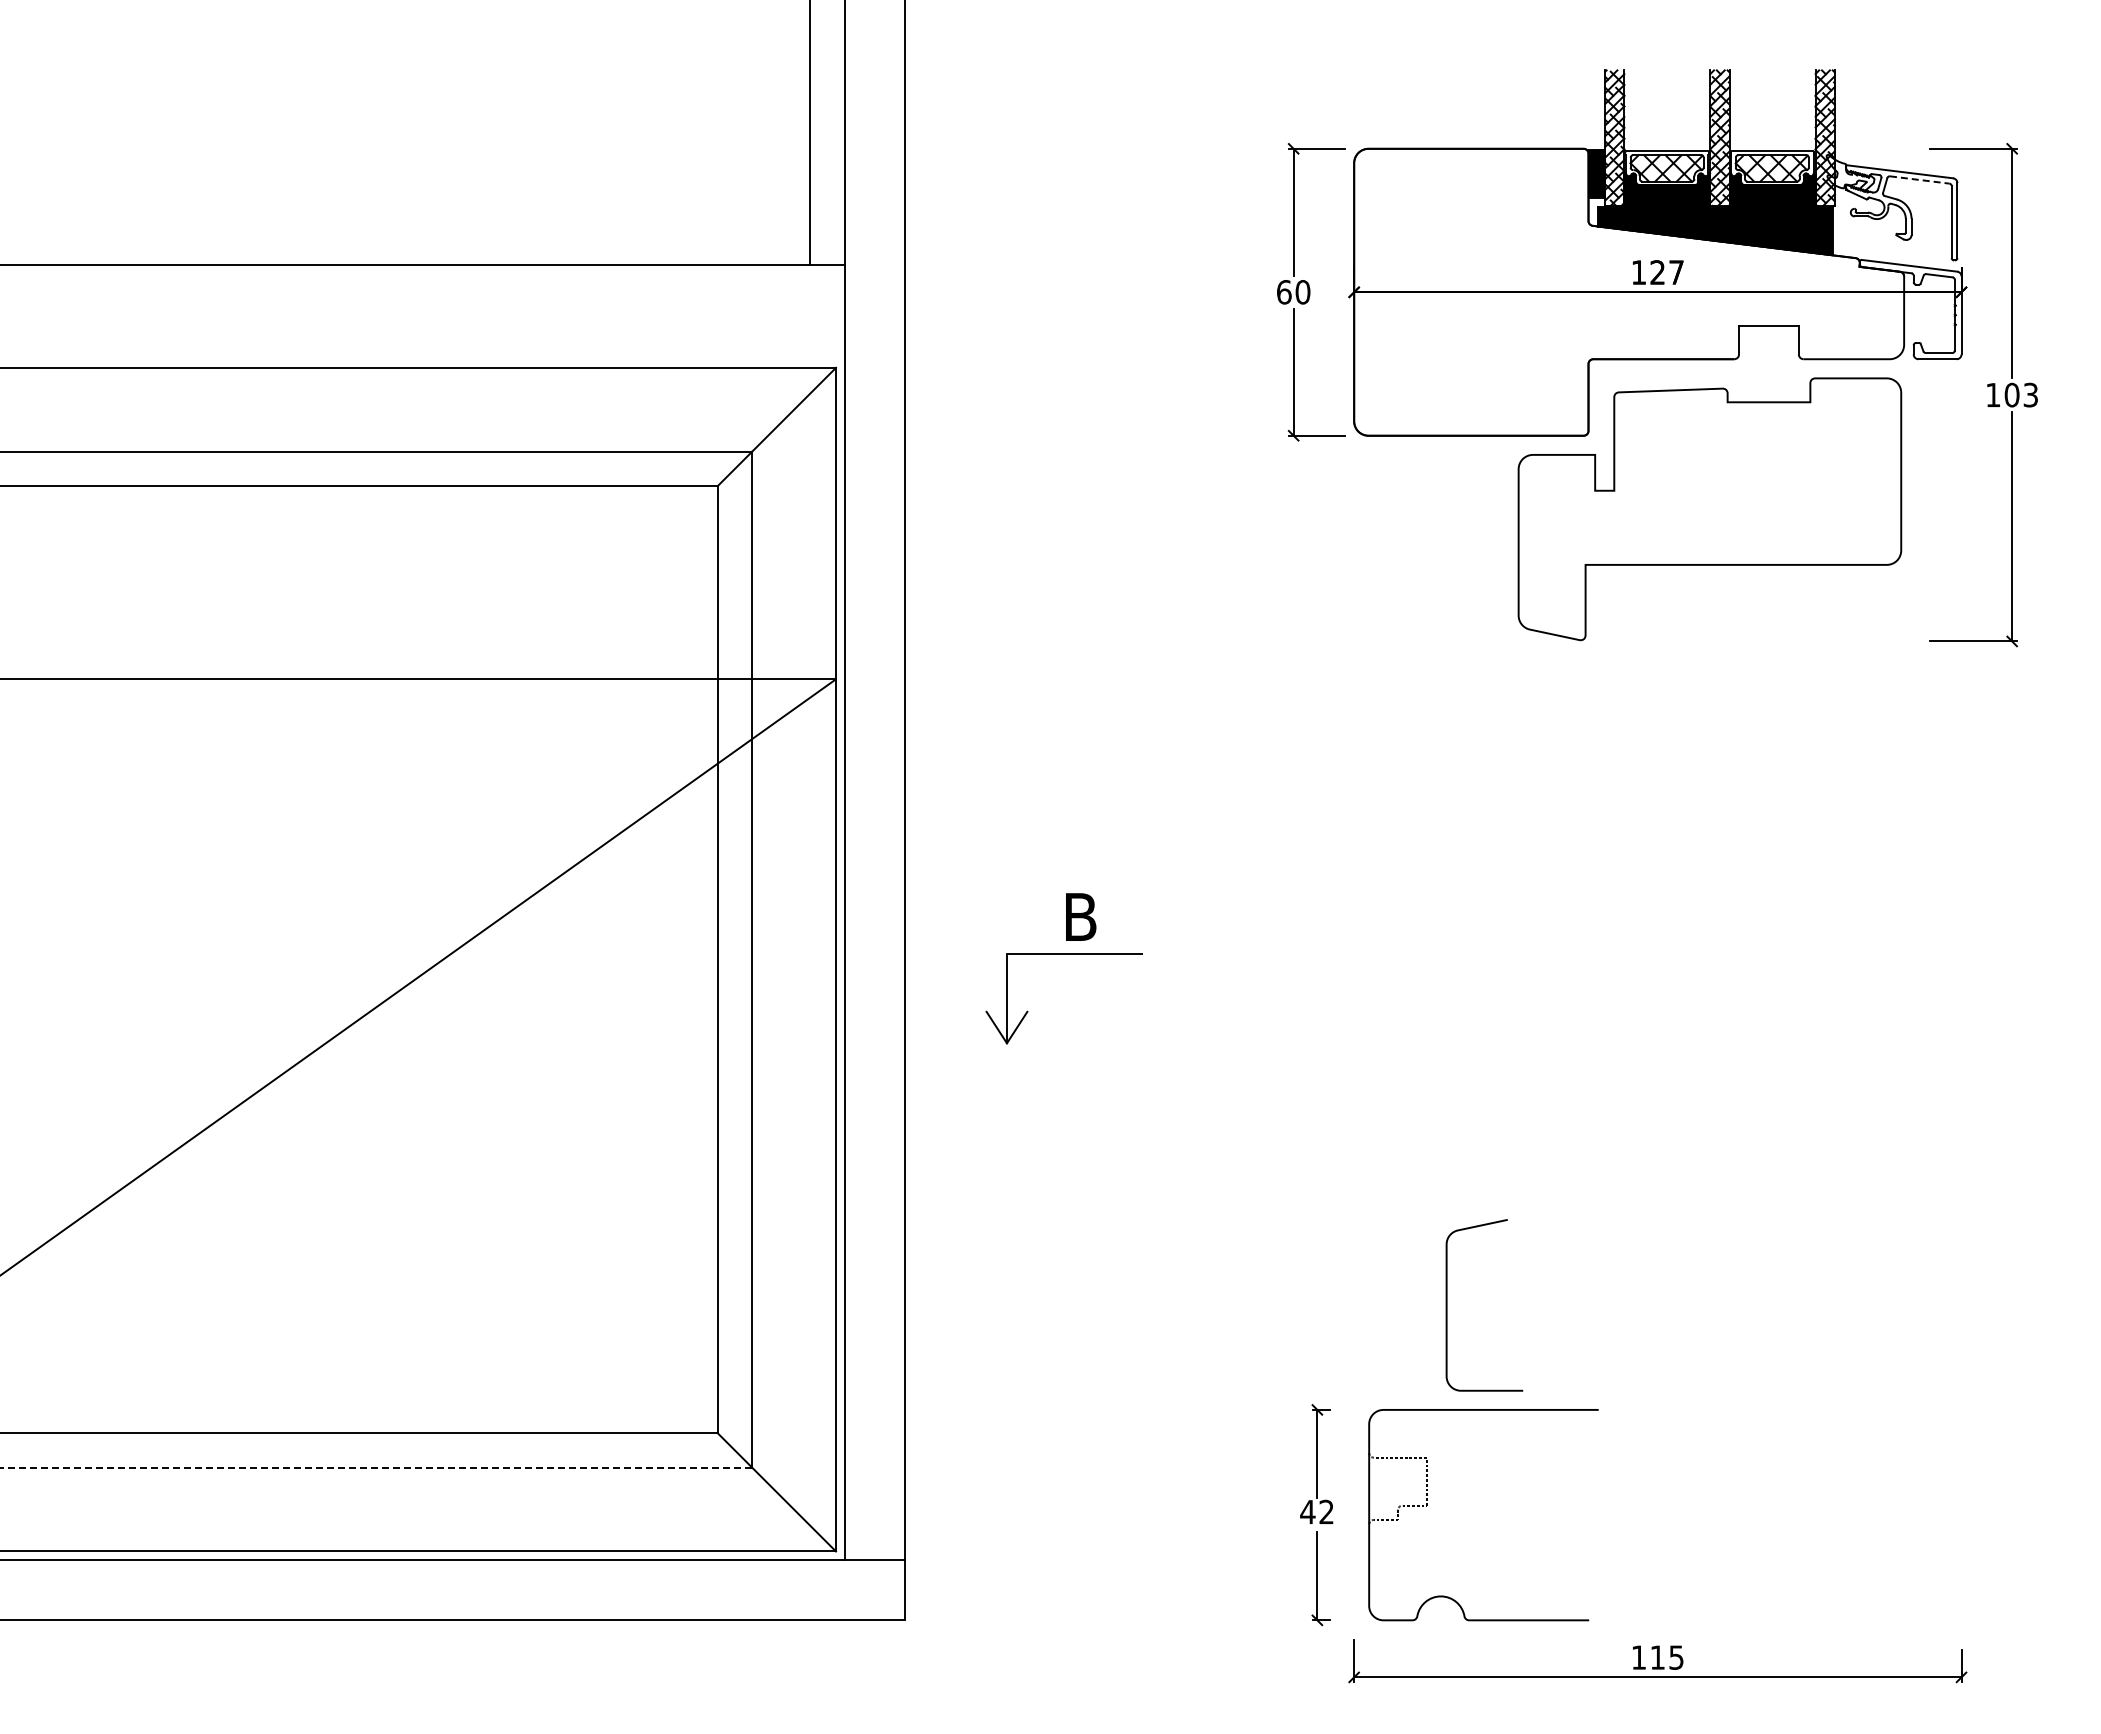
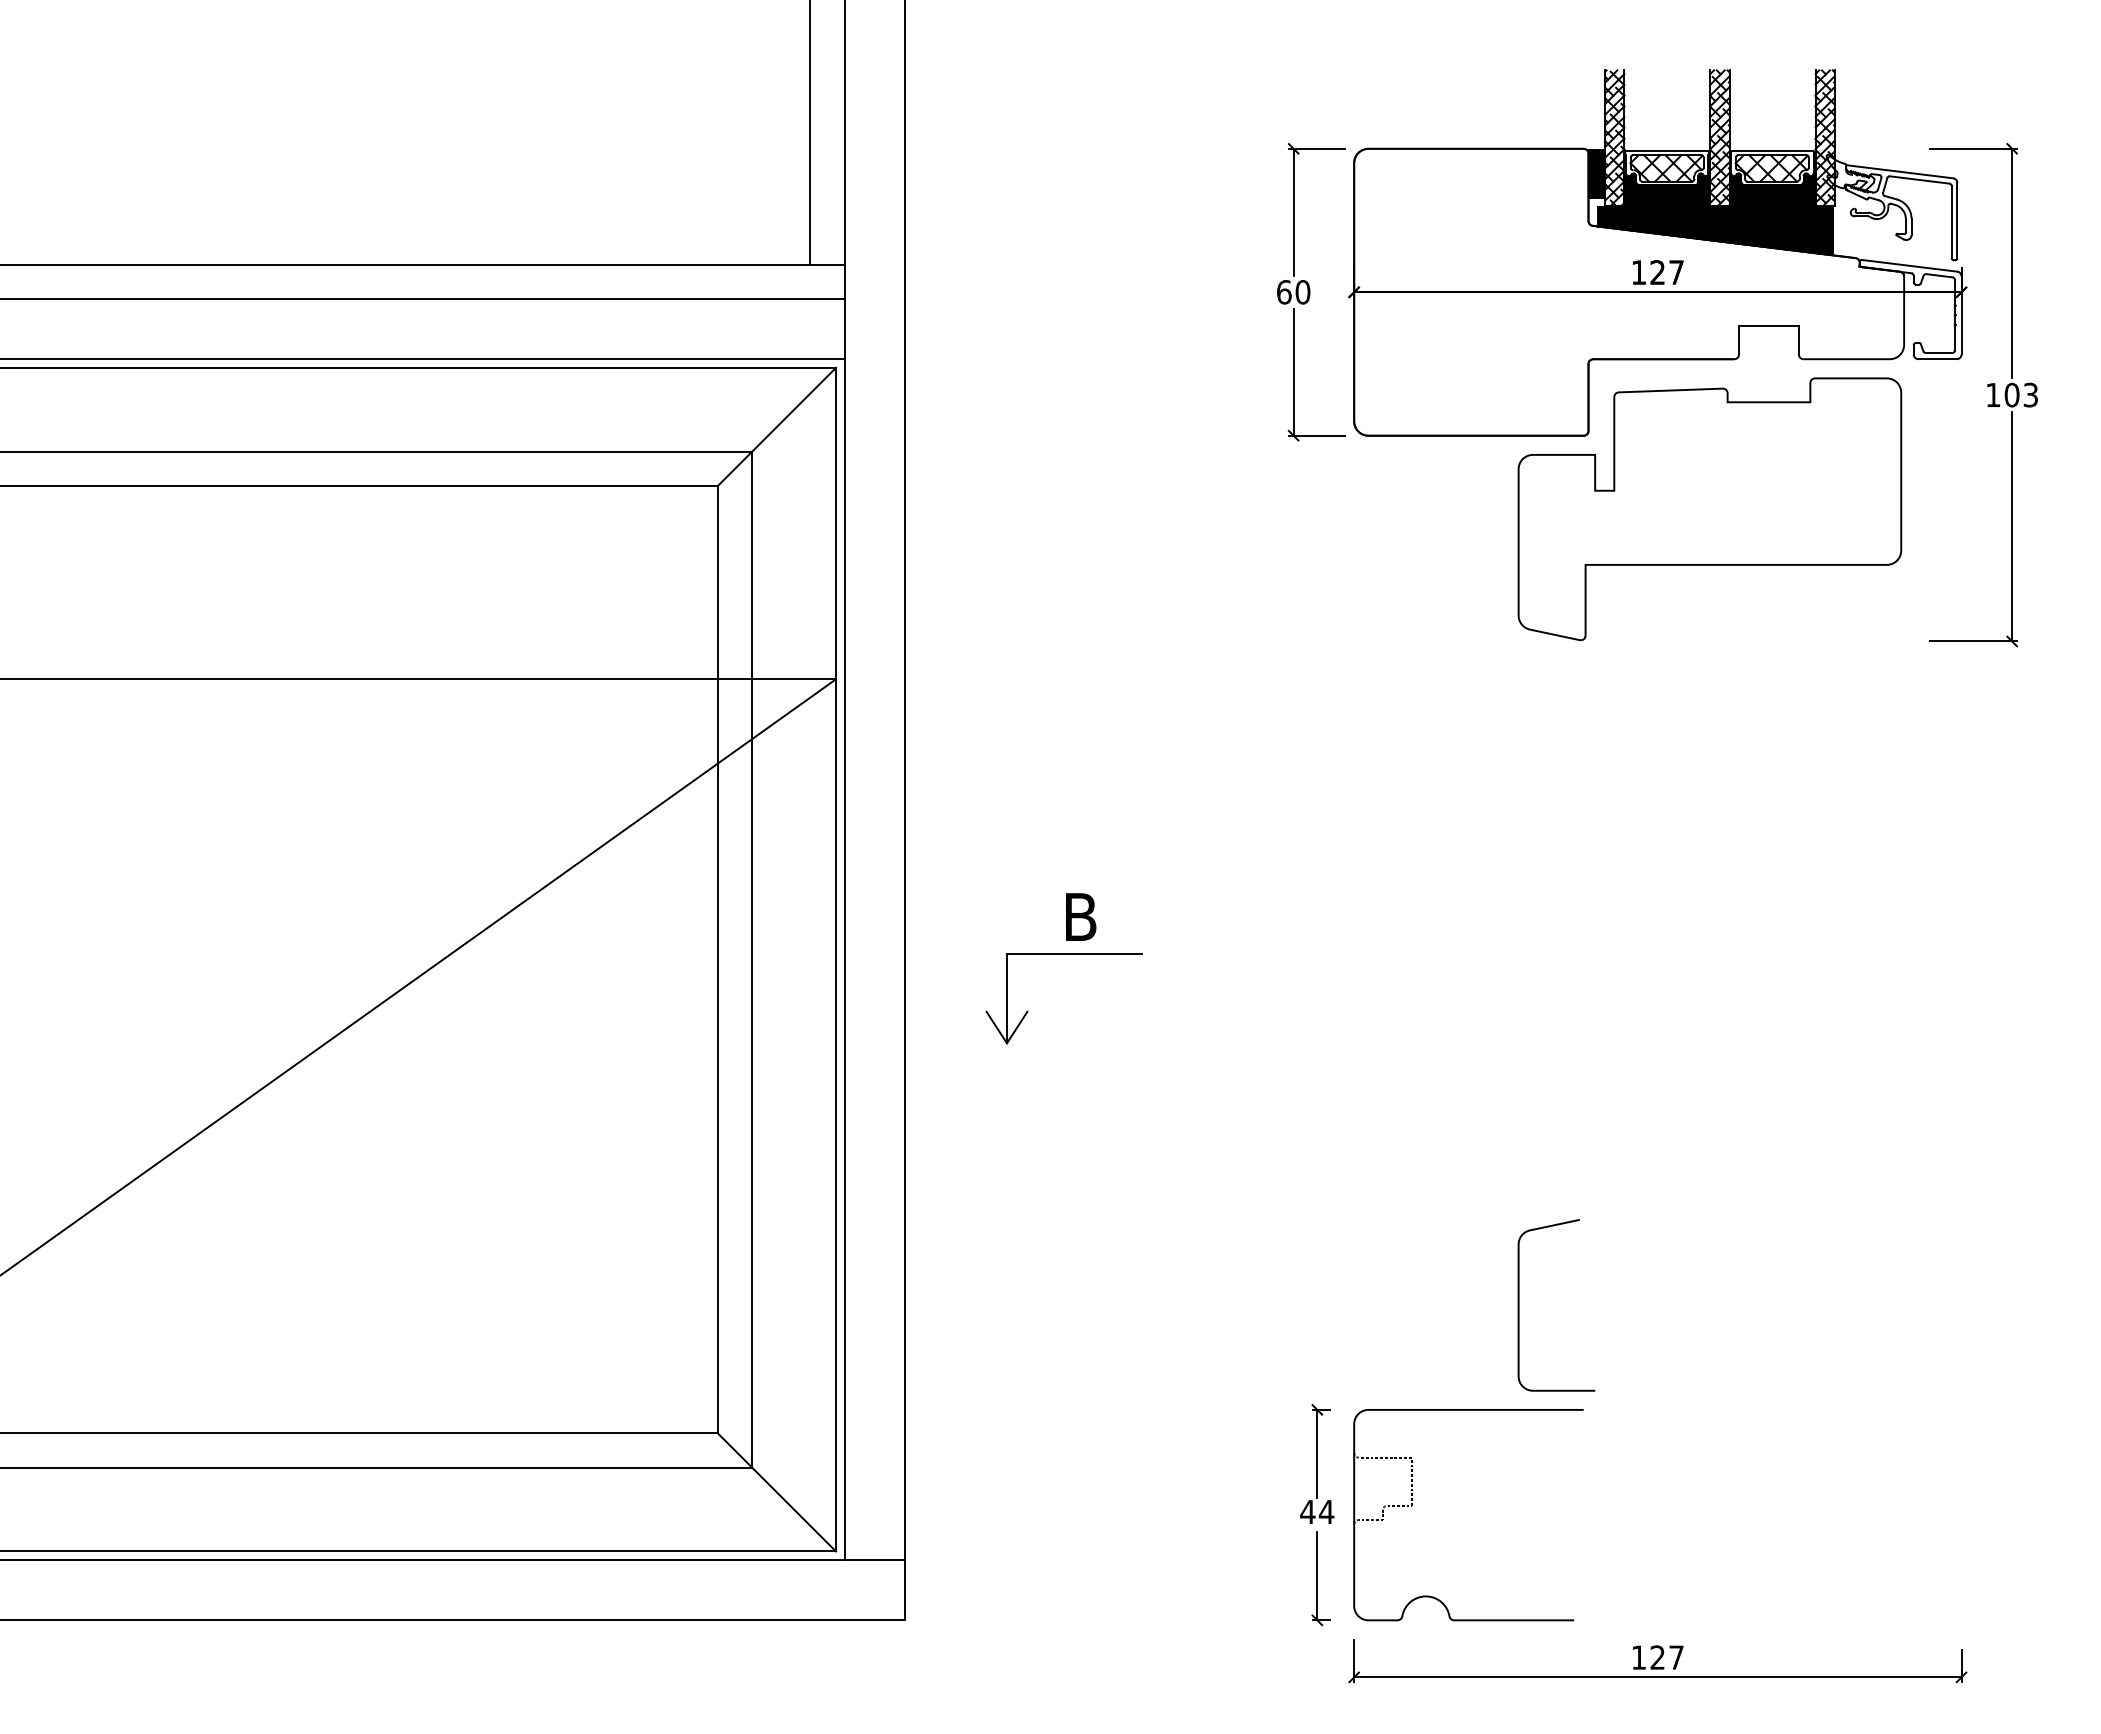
line at (1920, 180): dashed -> solid
line at (423, 299): none -> present
line at (423, 359): none -> present
curve at (1447, 1305) position: (1447, 1305) -> (1519, 1305)
line at (376, 1467): dashed -> solid
part at (1427, 1505) position: (1427, 1505) -> (1412, 1505)
text at (1326, 1511): 42 -> 44
text at (1666, 1657): 115 -> 127
